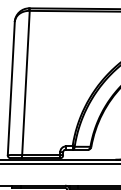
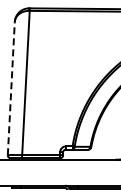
line at (11, 88): solid -> dashed
line at (59, 164): present -> none
